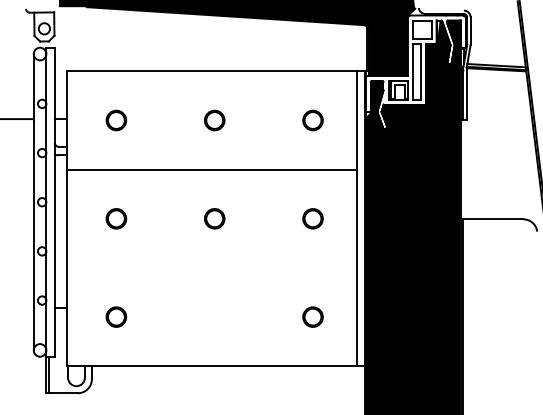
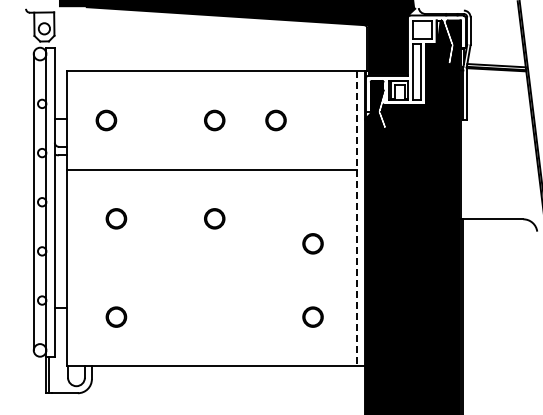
line at (17, 119): present -> none
part at (116, 120) position: (116, 120) -> (106, 120)
part at (312, 120) position: (312, 120) -> (275, 120)
circle at (312, 218) position: (312, 218) -> (312, 243)
line at (356, 219): solid -> dashed
